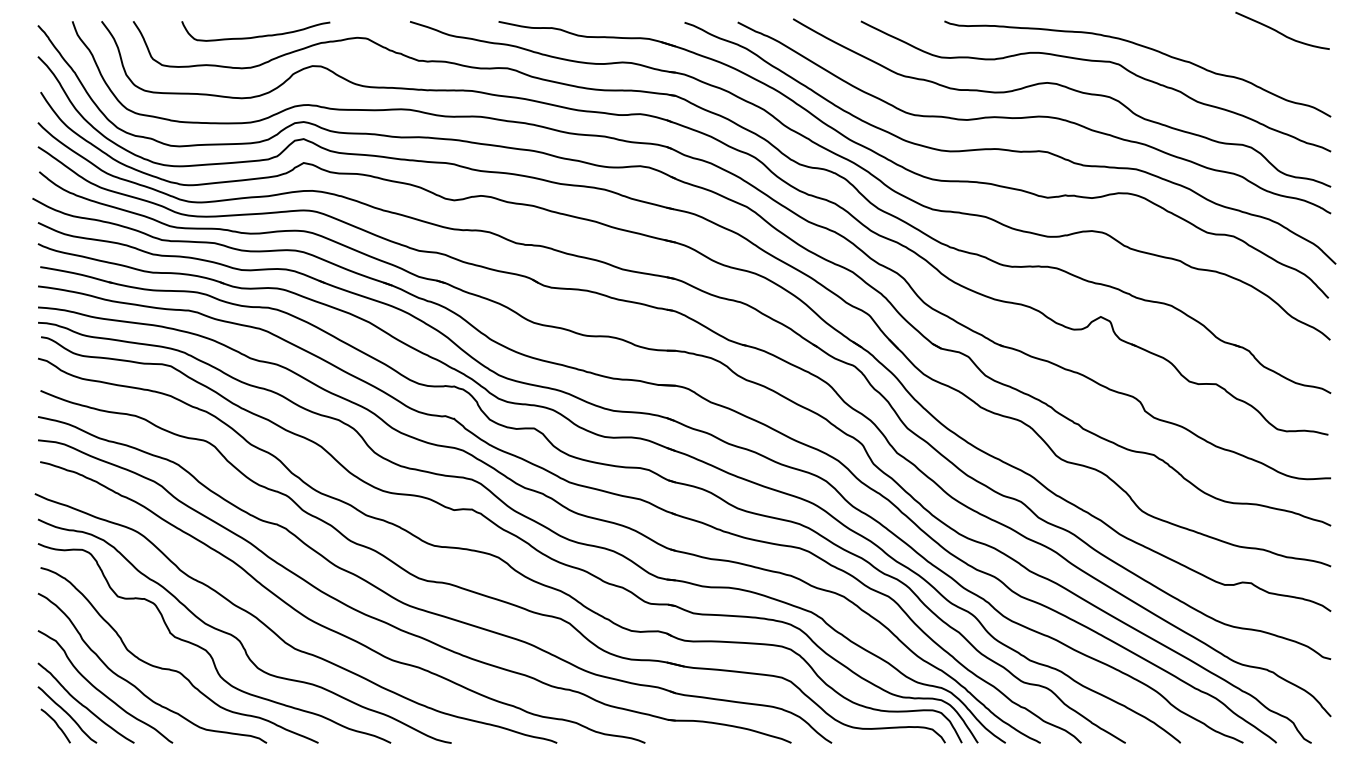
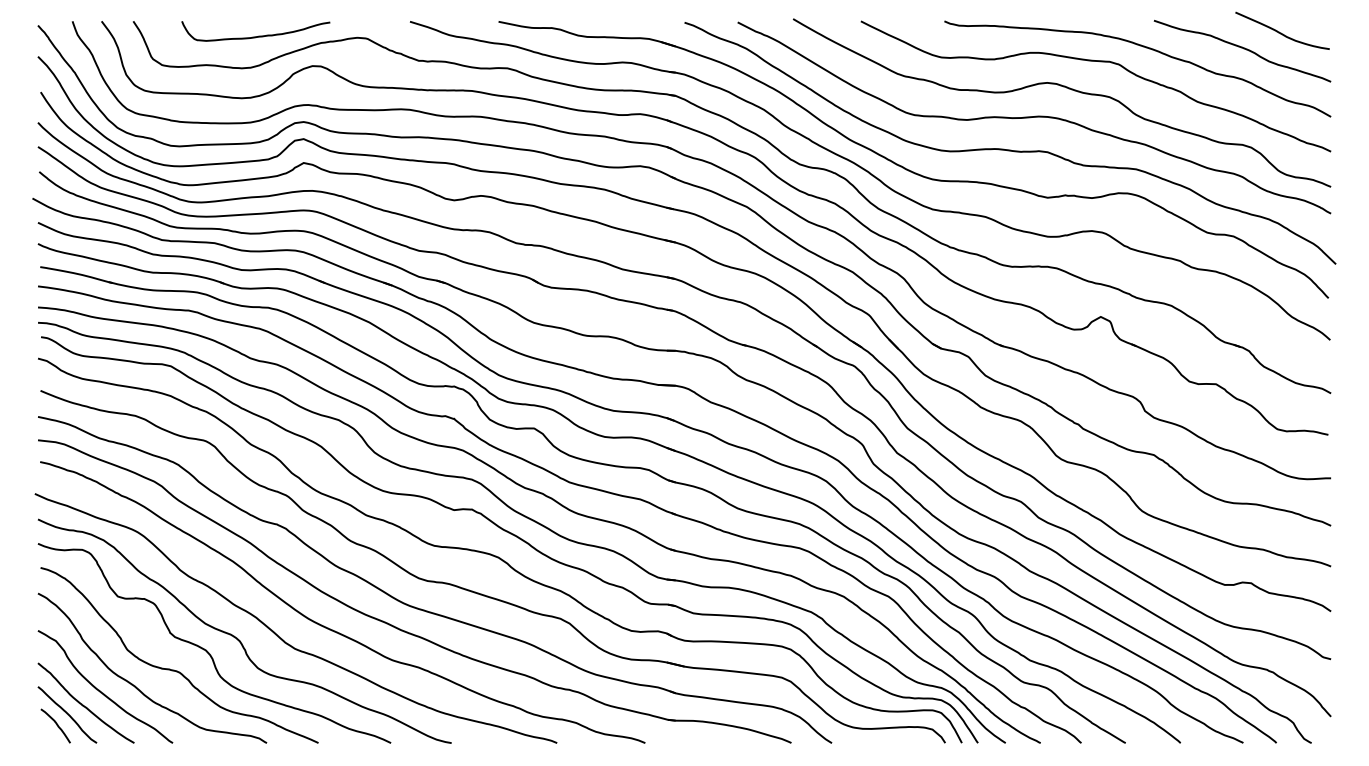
curve at (1243, 49): none -> present
